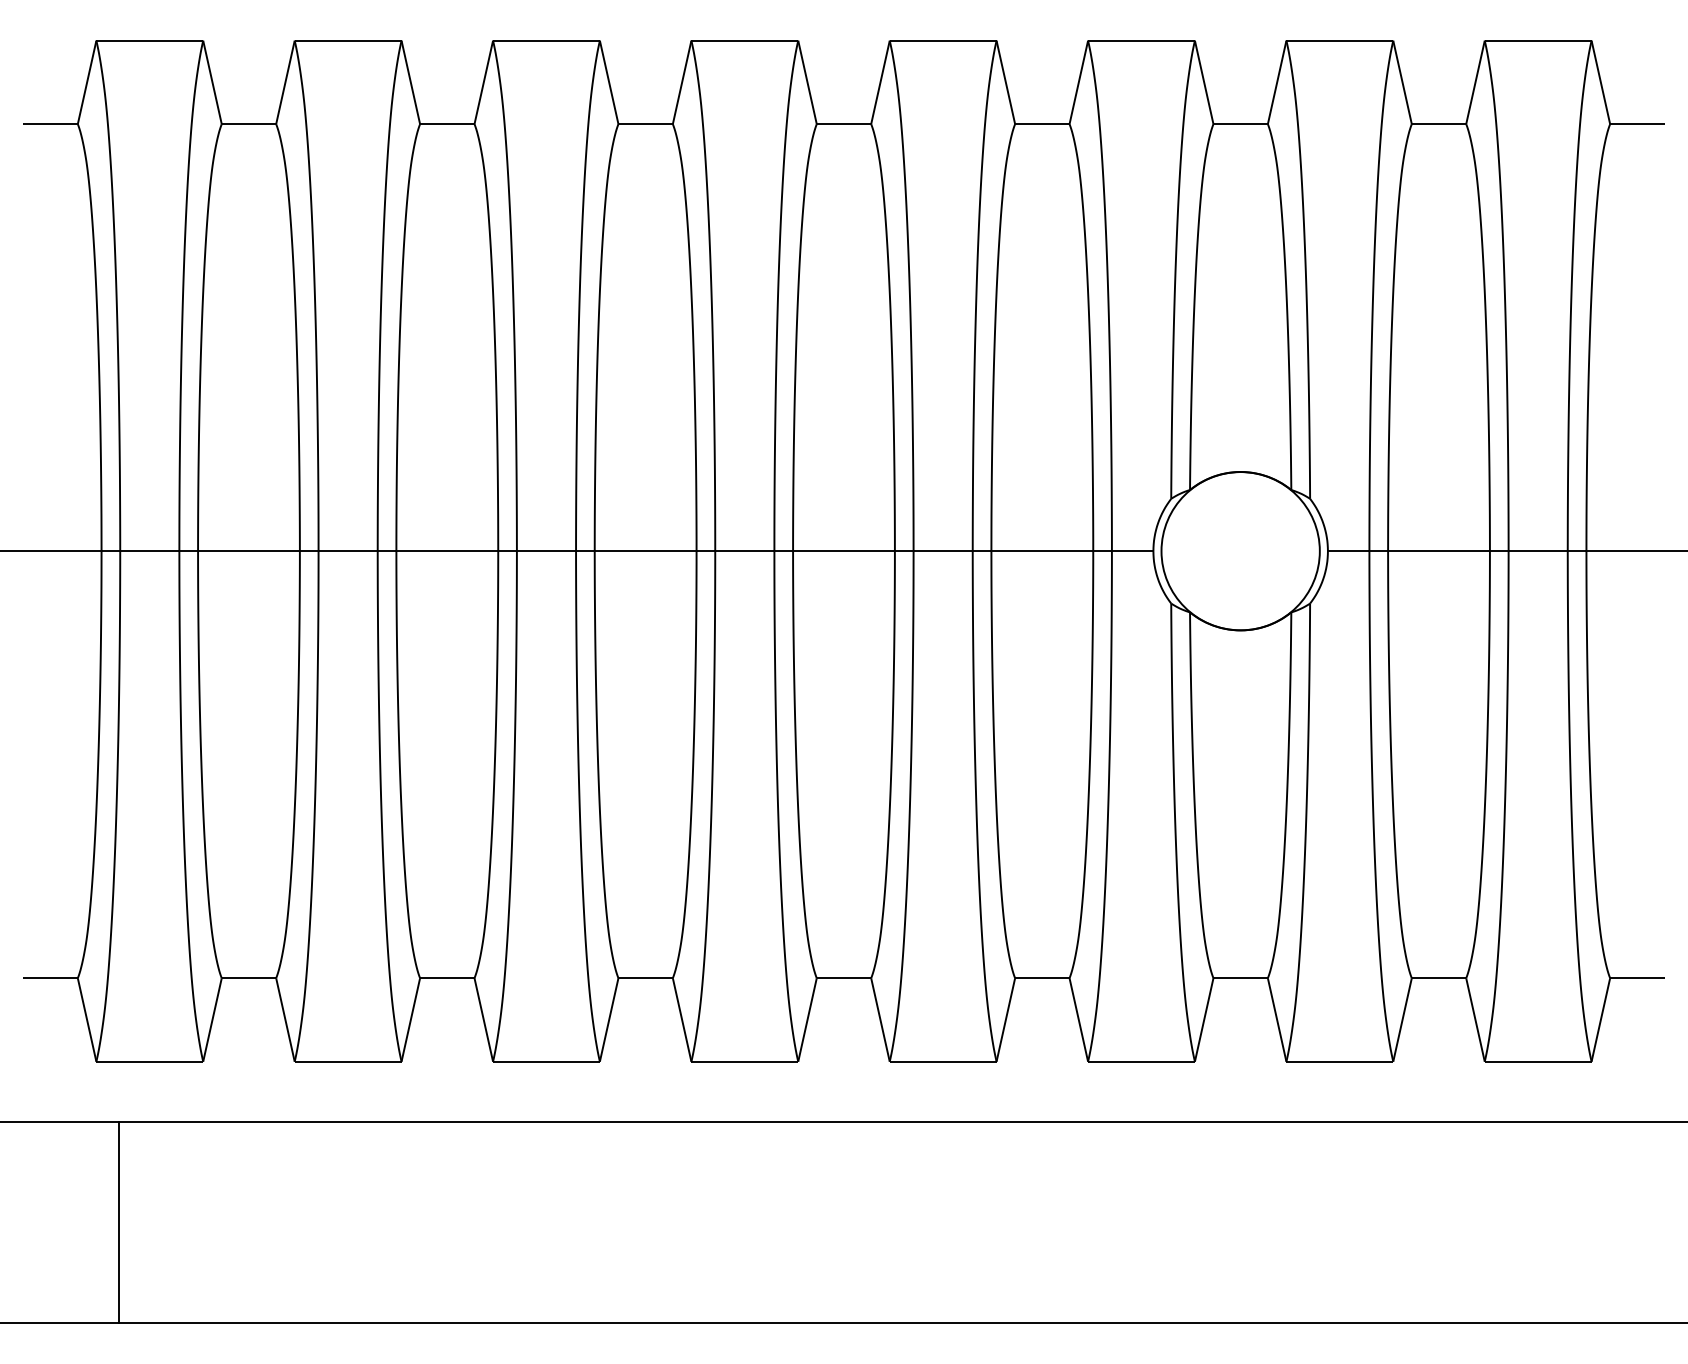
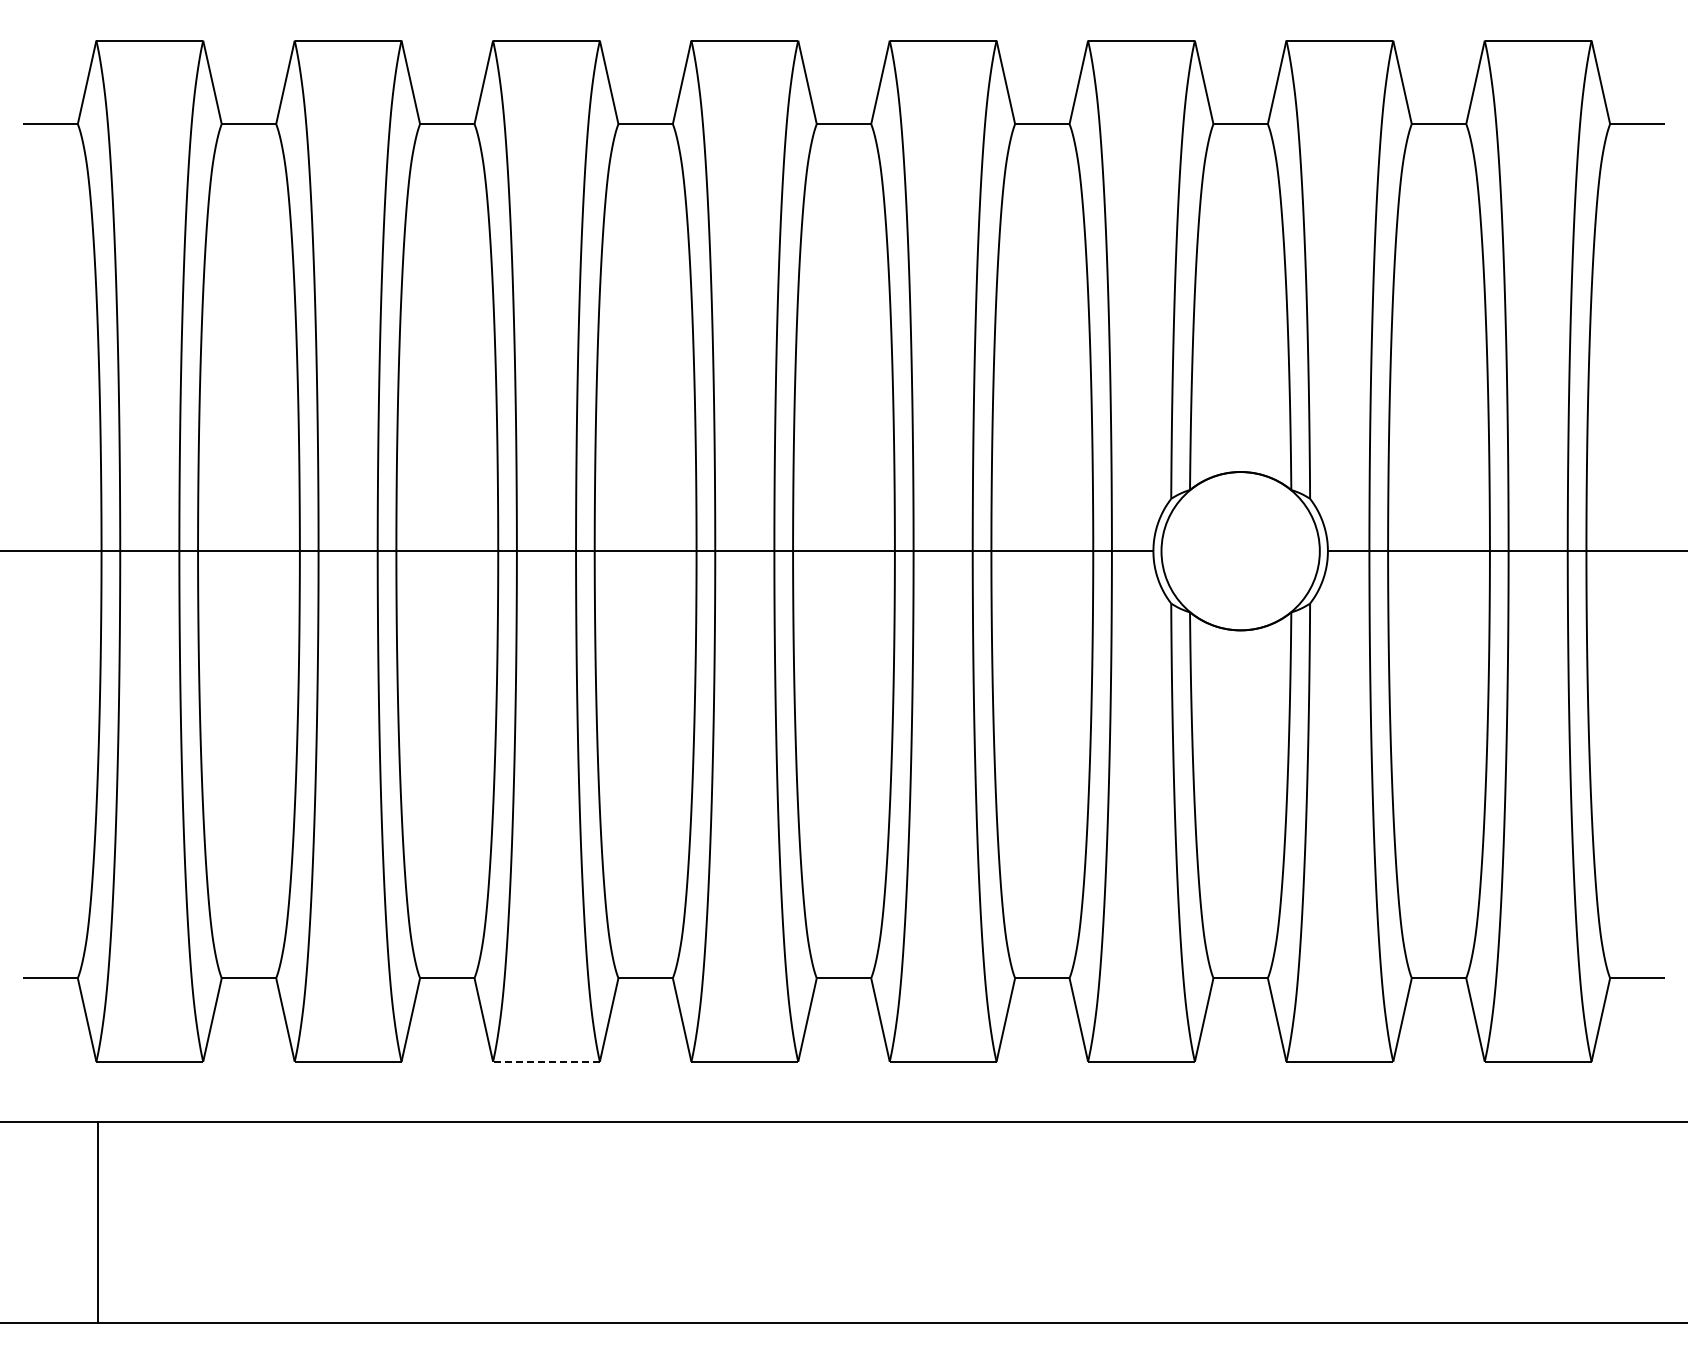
line at (546, 1061): solid -> dashed
line at (118, 1222) position: (118, 1222) -> (97, 1222)
